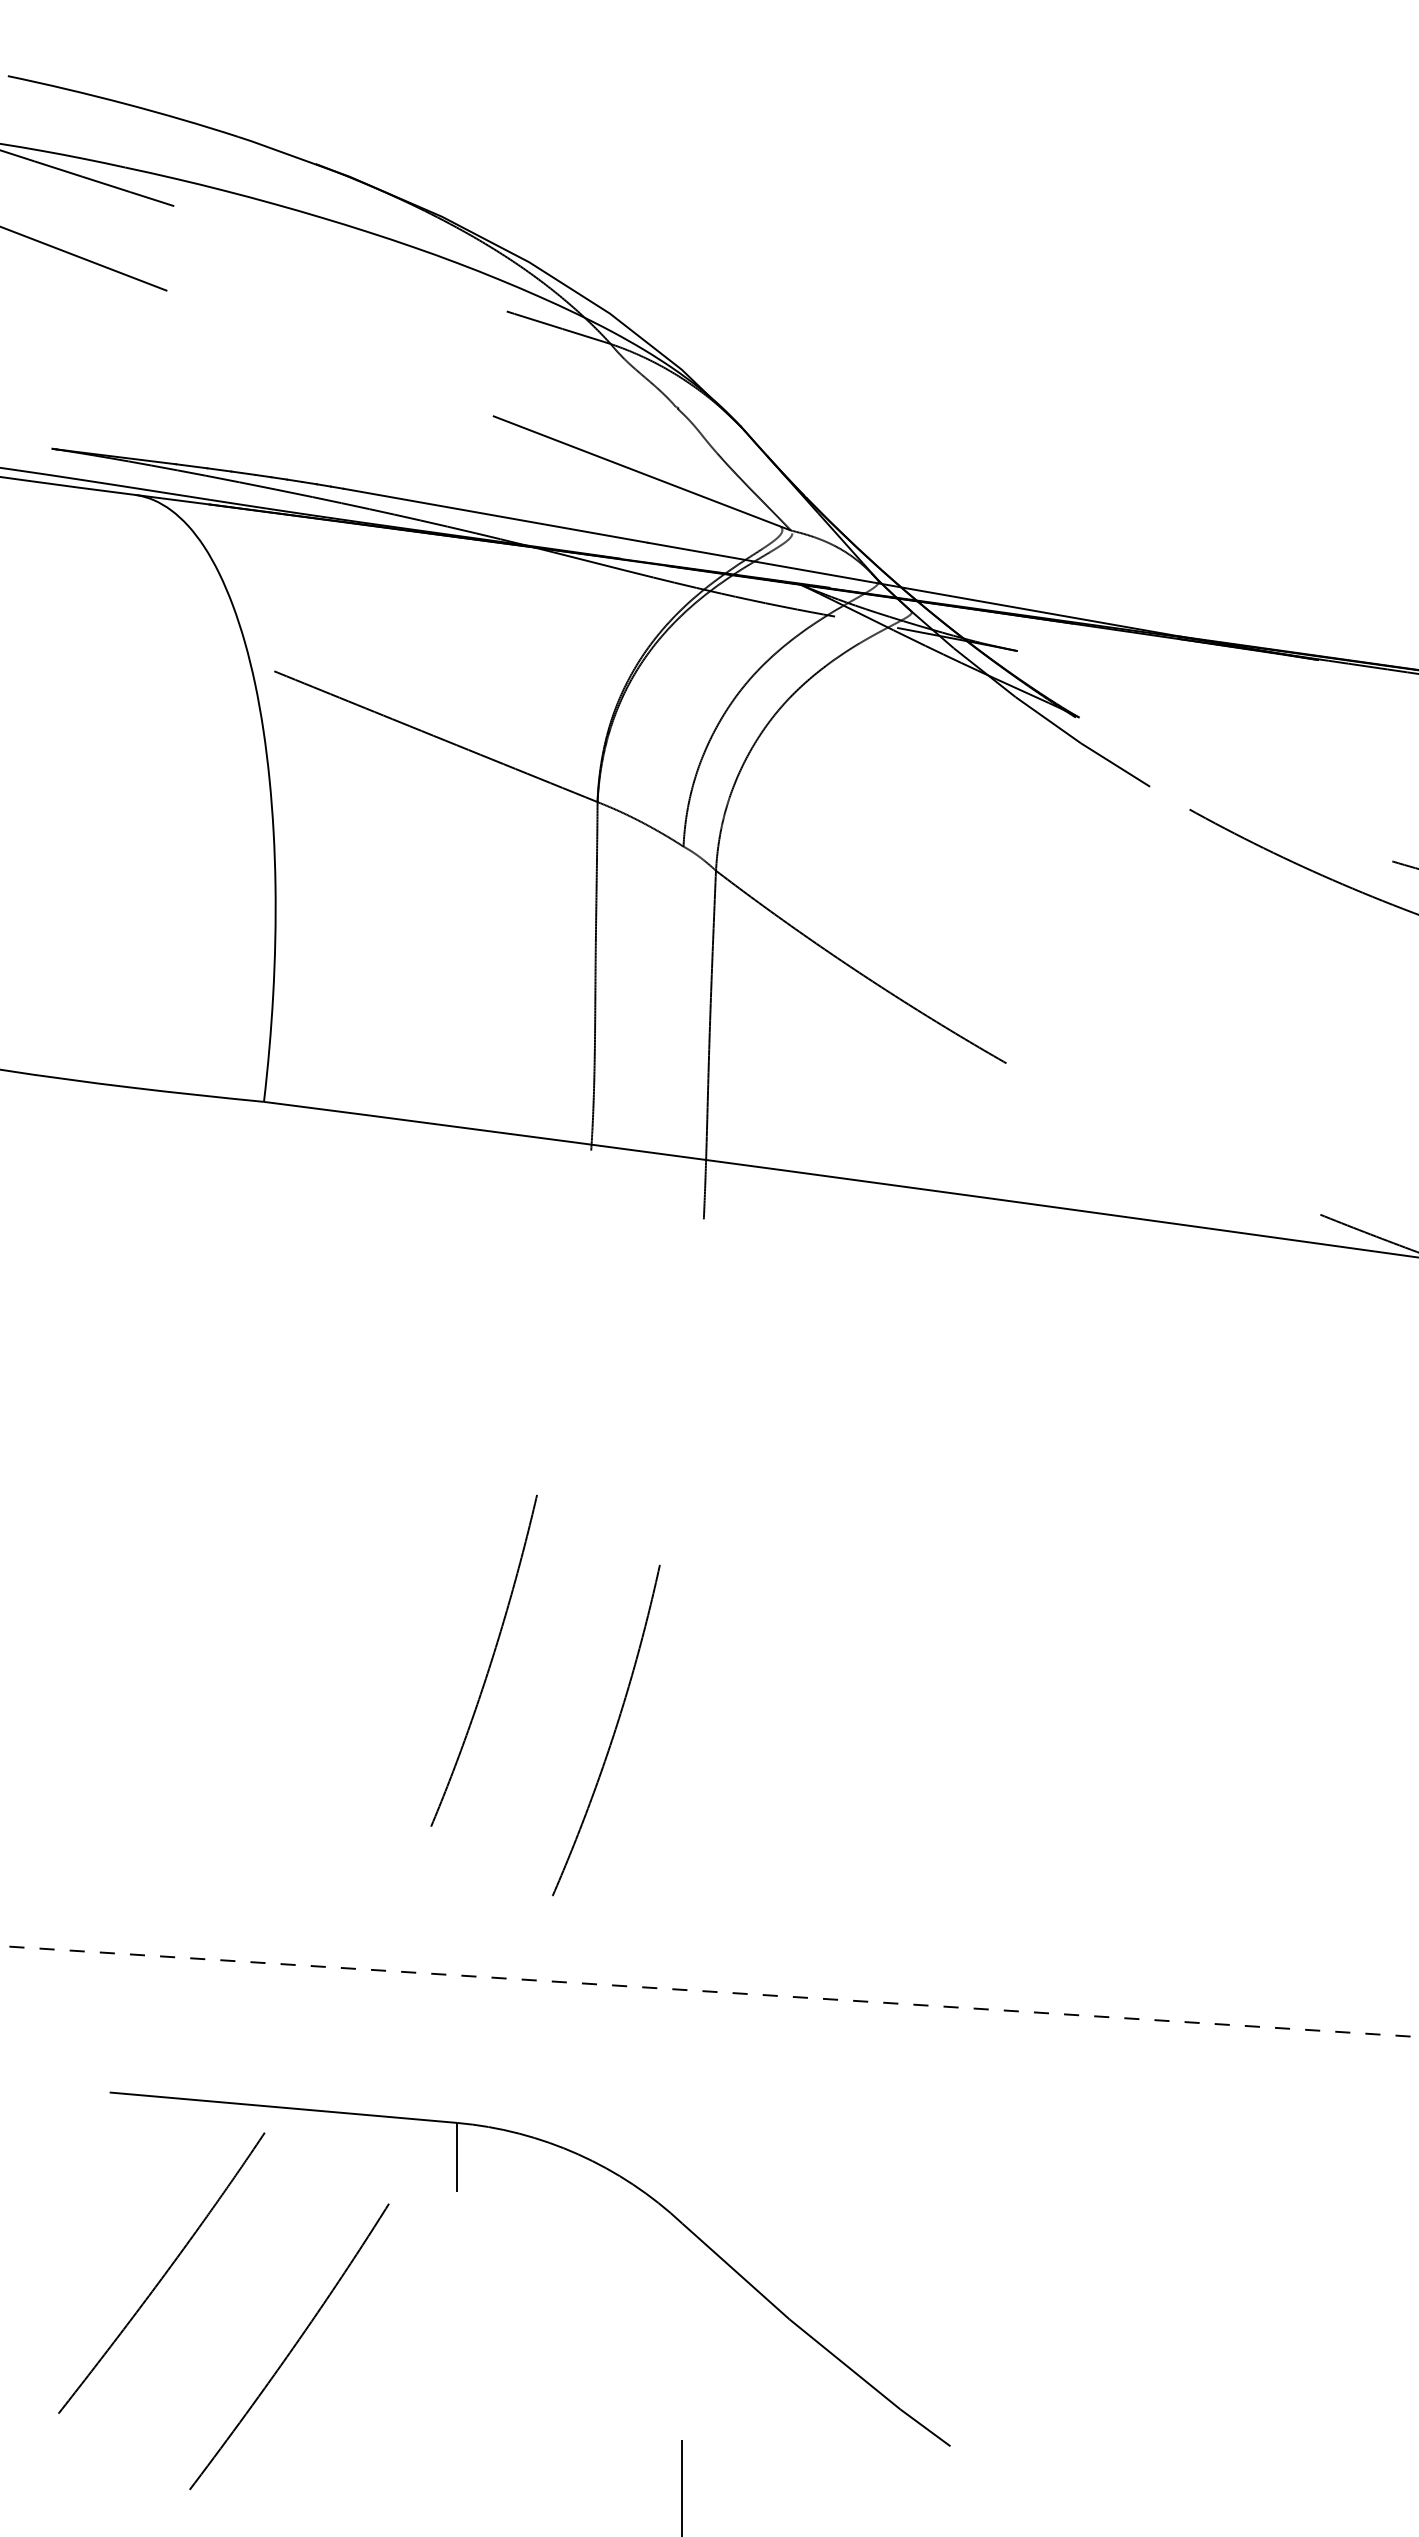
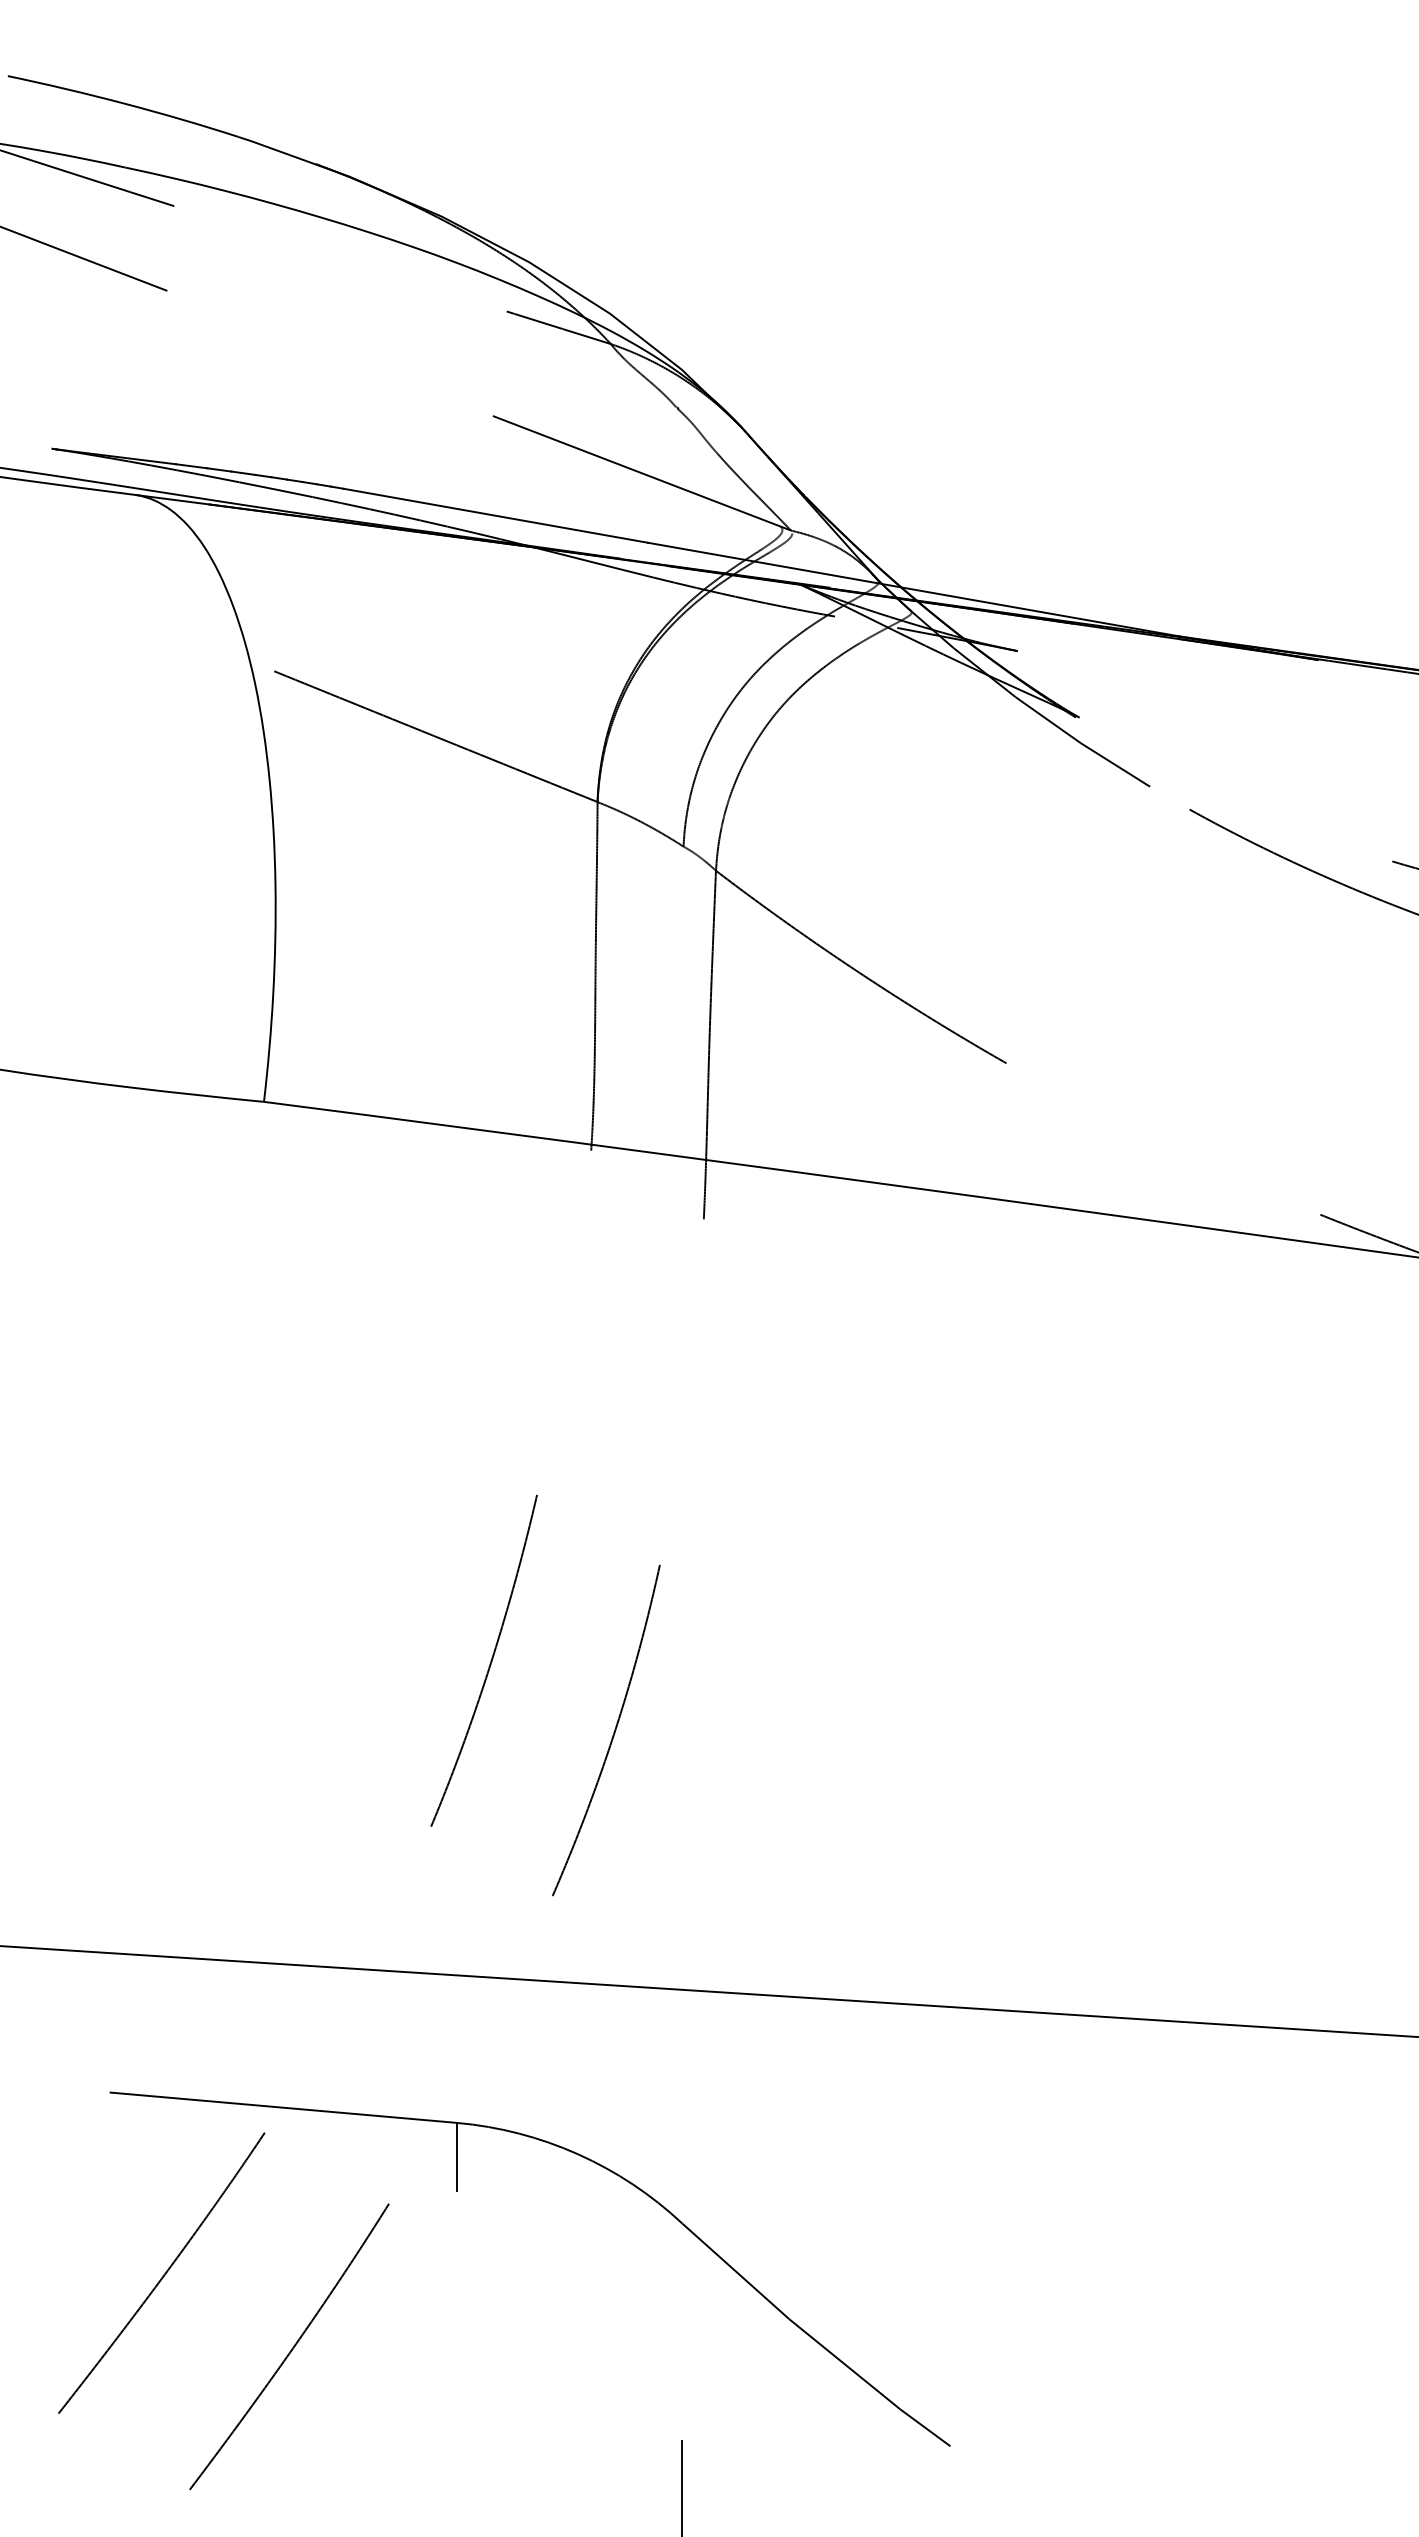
line at (709, 1991): dashed -> solid
